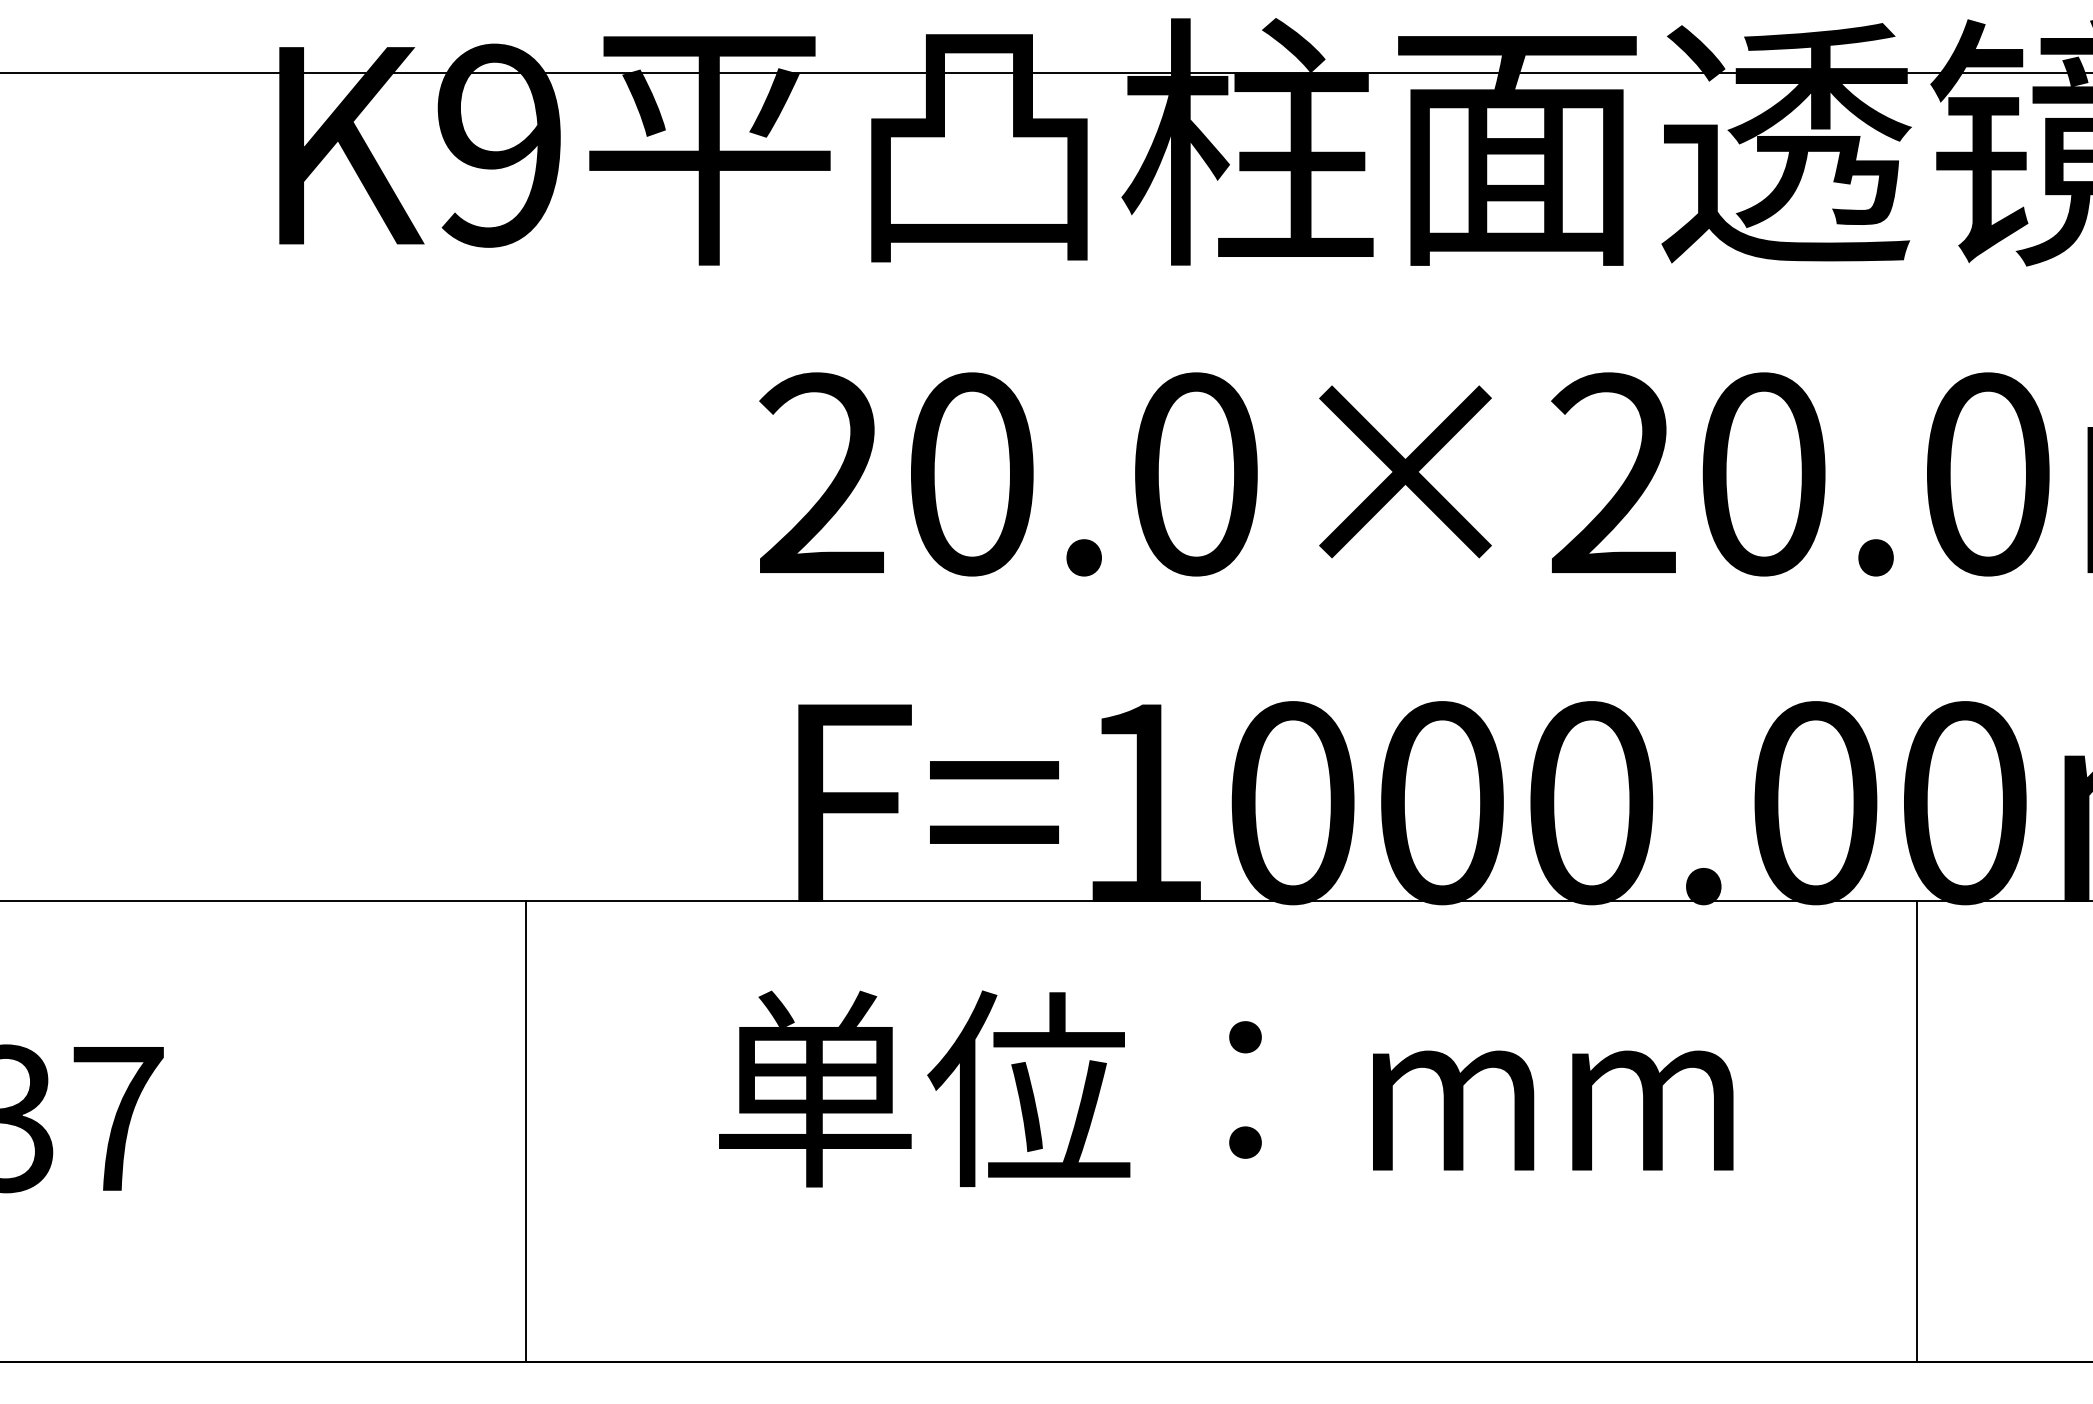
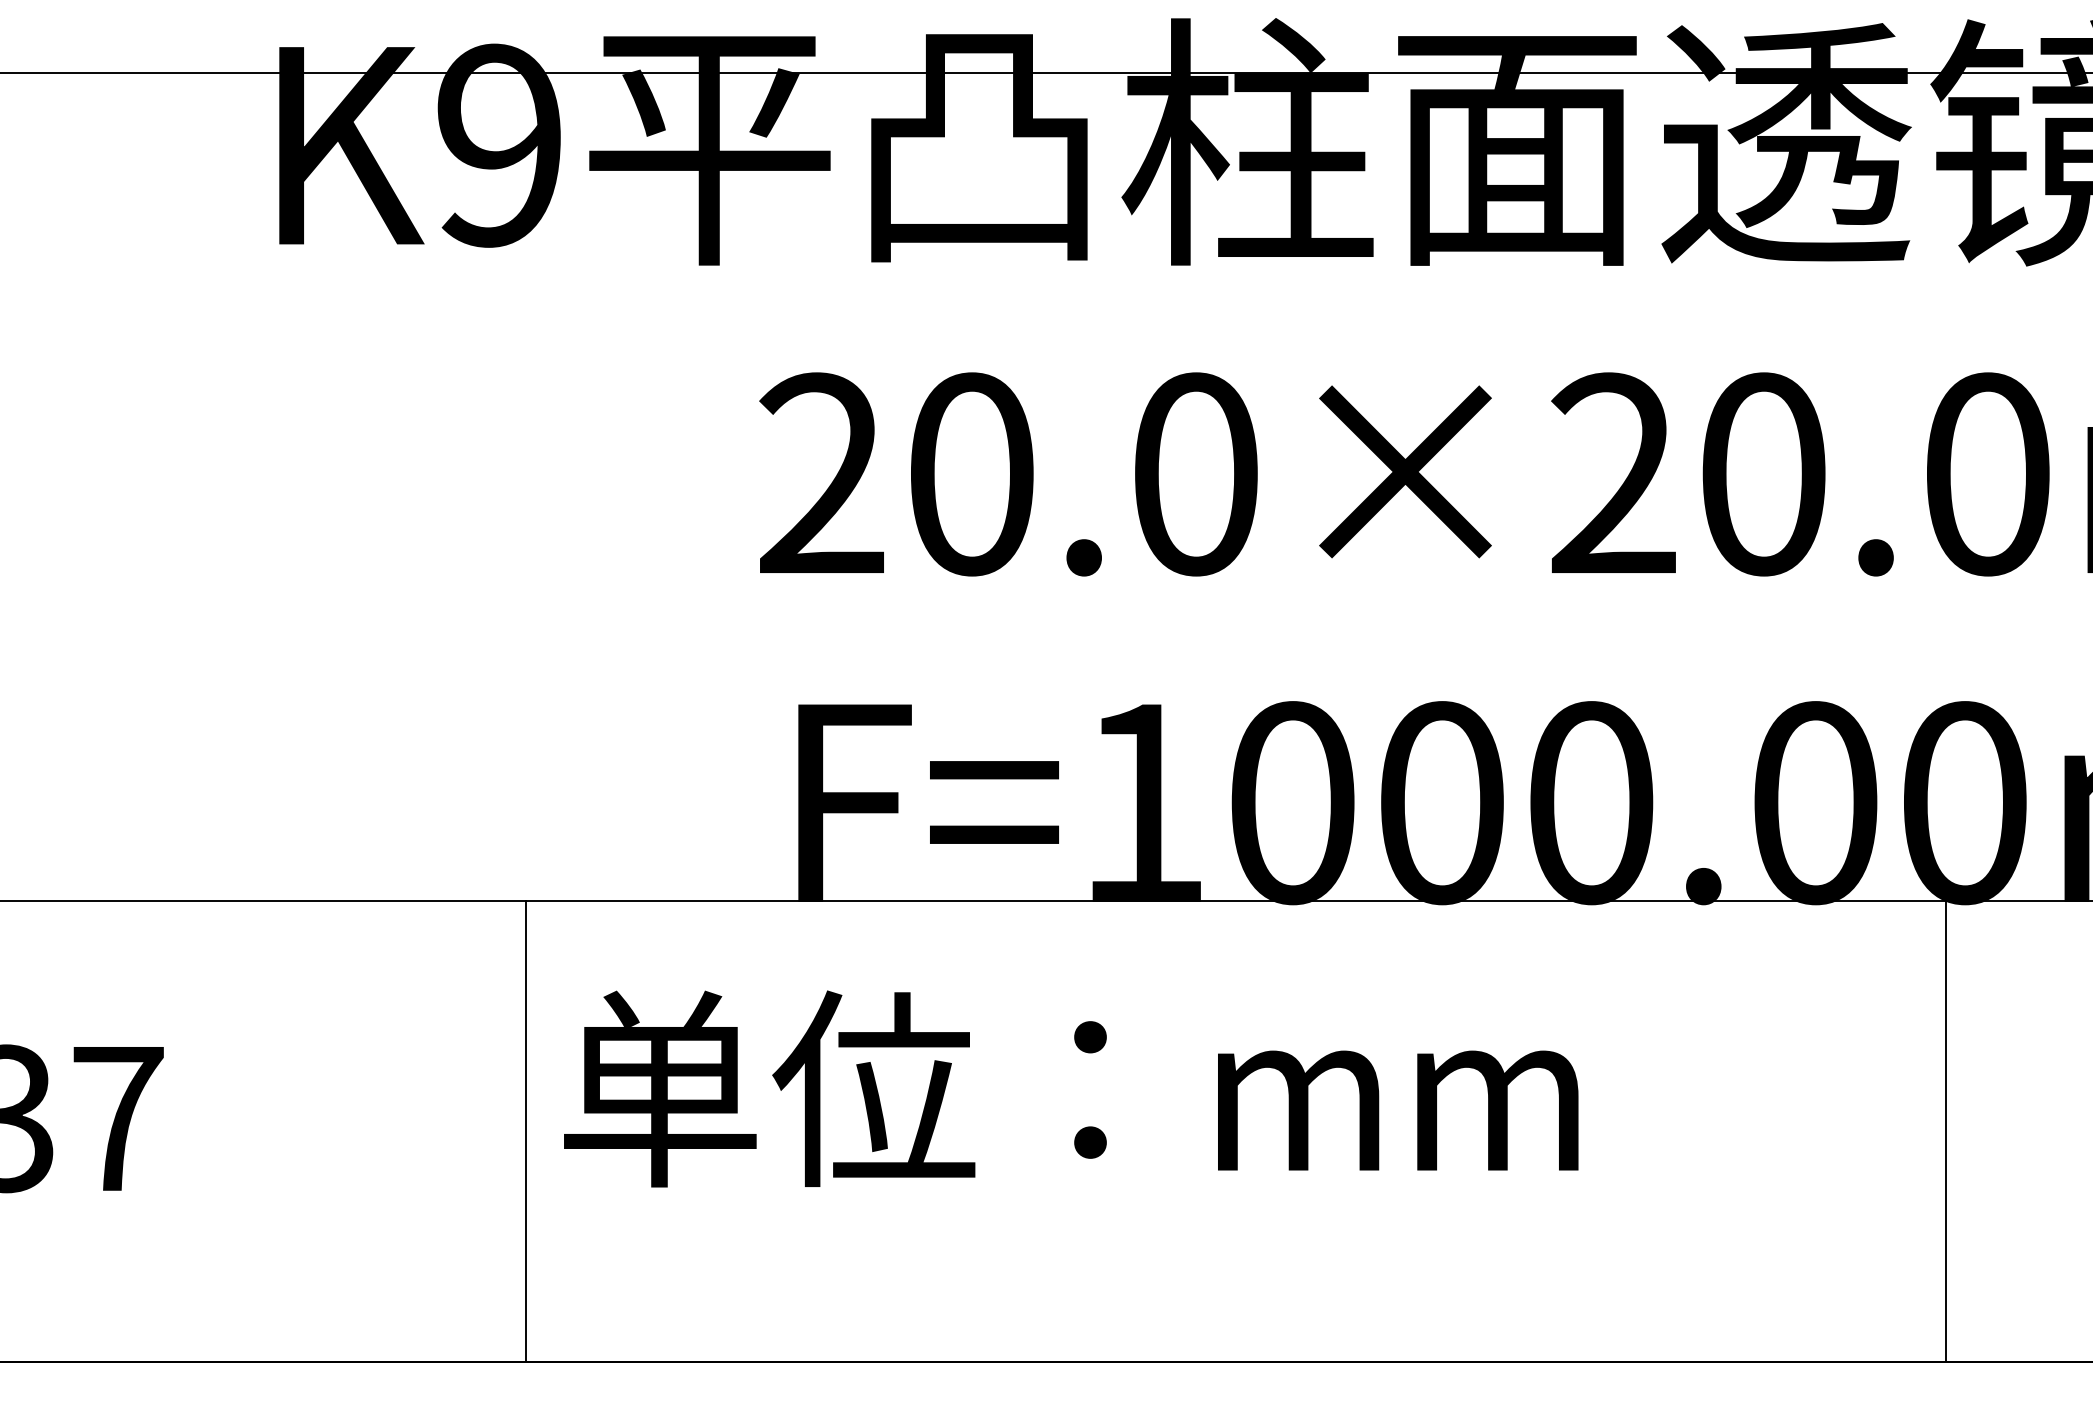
text at (1226, 1088) position: (1226, 1088) -> (1071, 1088)
line at (1916, 1130) position: (1916, 1130) -> (1945, 1130)
